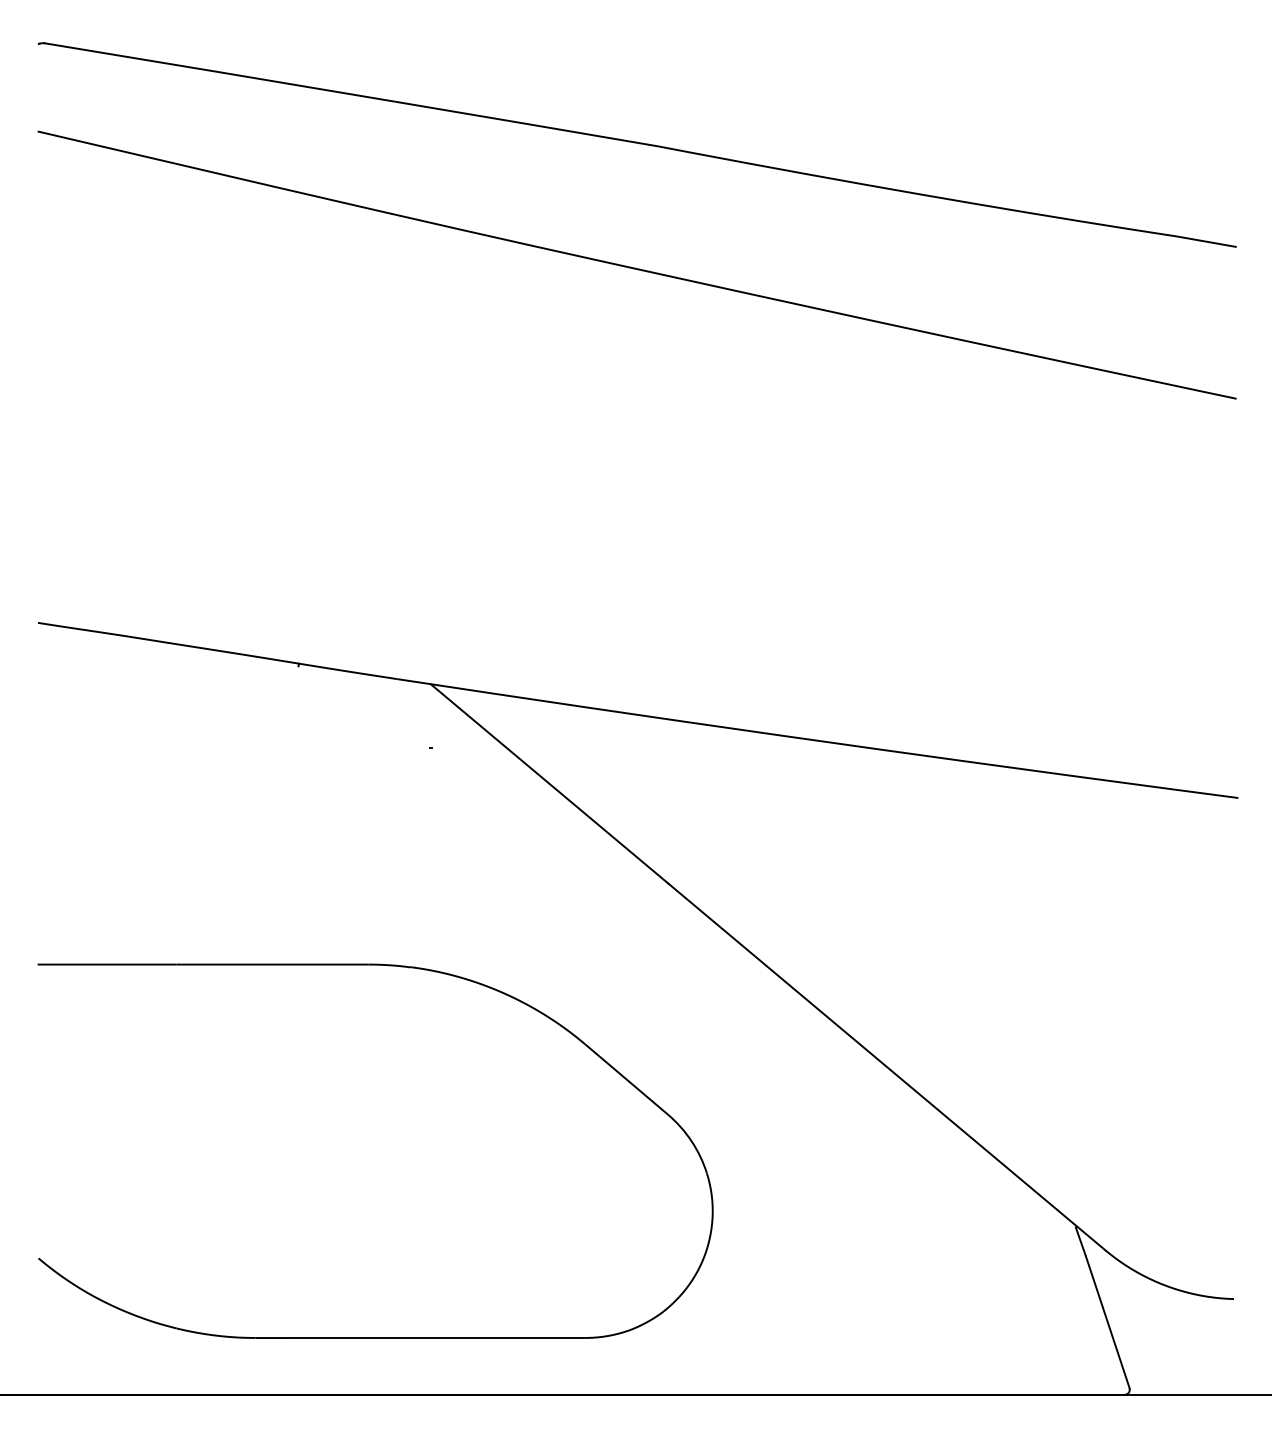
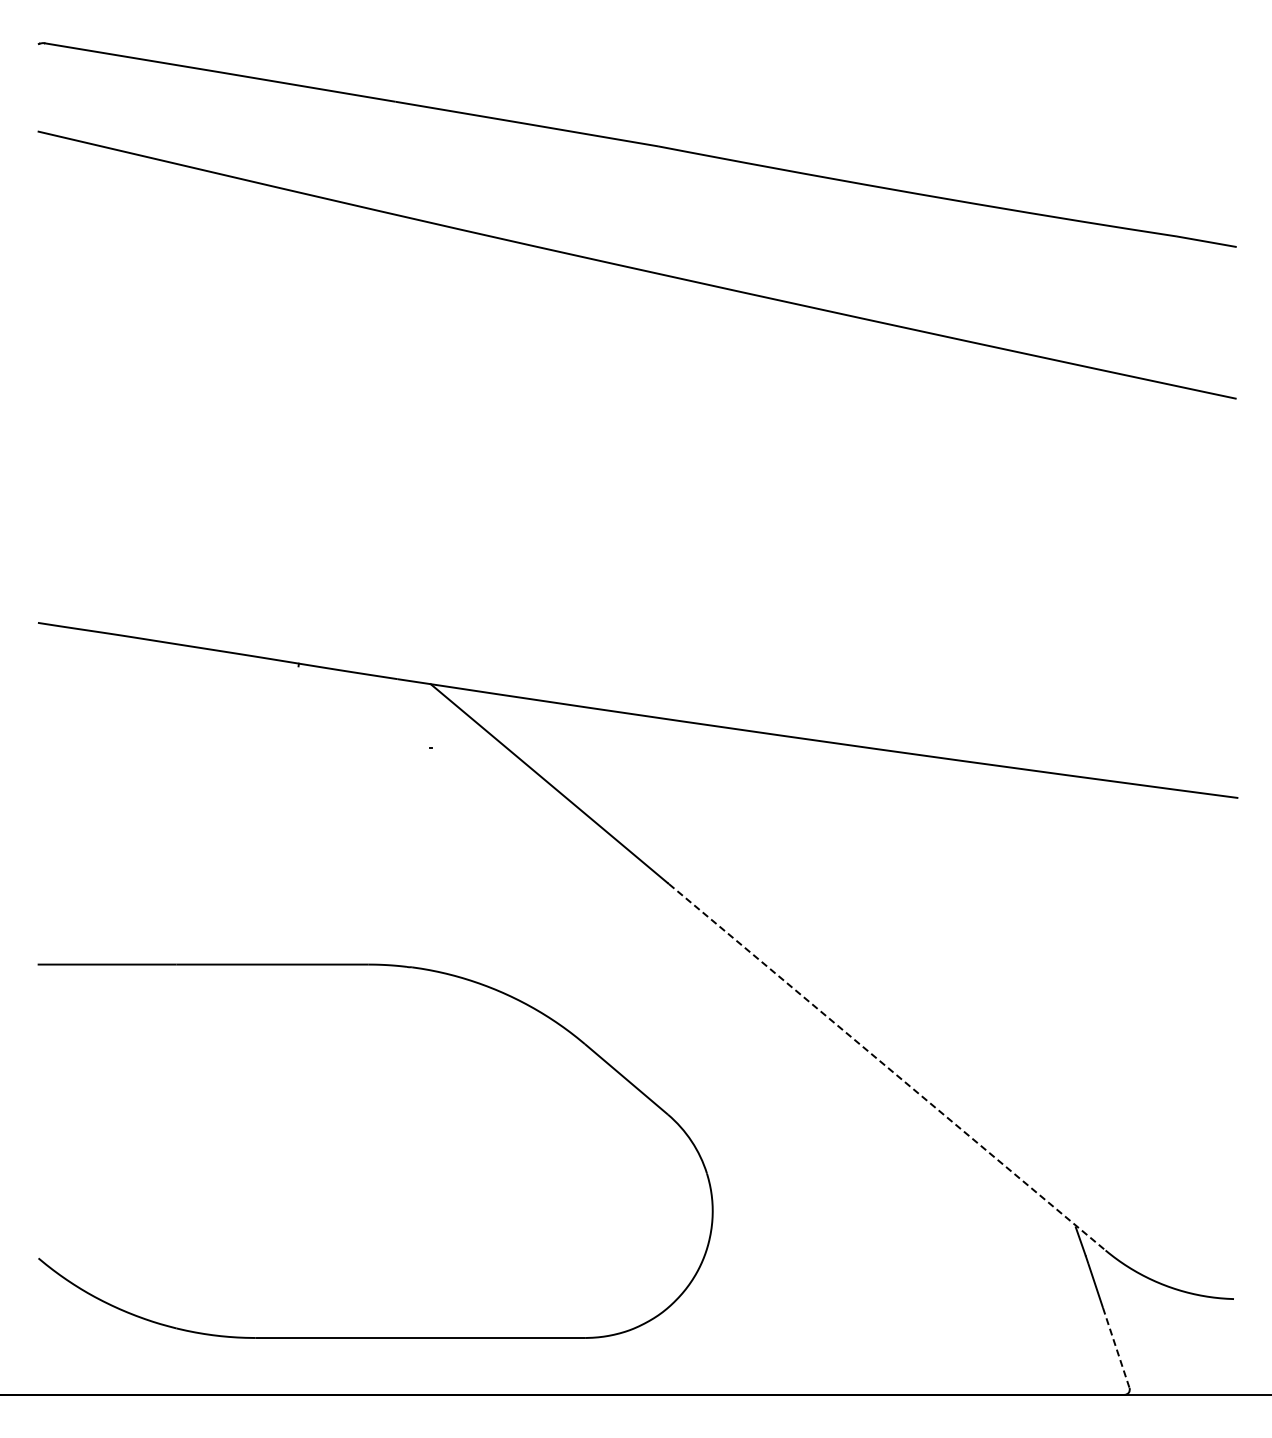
line at (887, 1067): solid -> dashed
line at (1116, 1348): solid -> dashed
